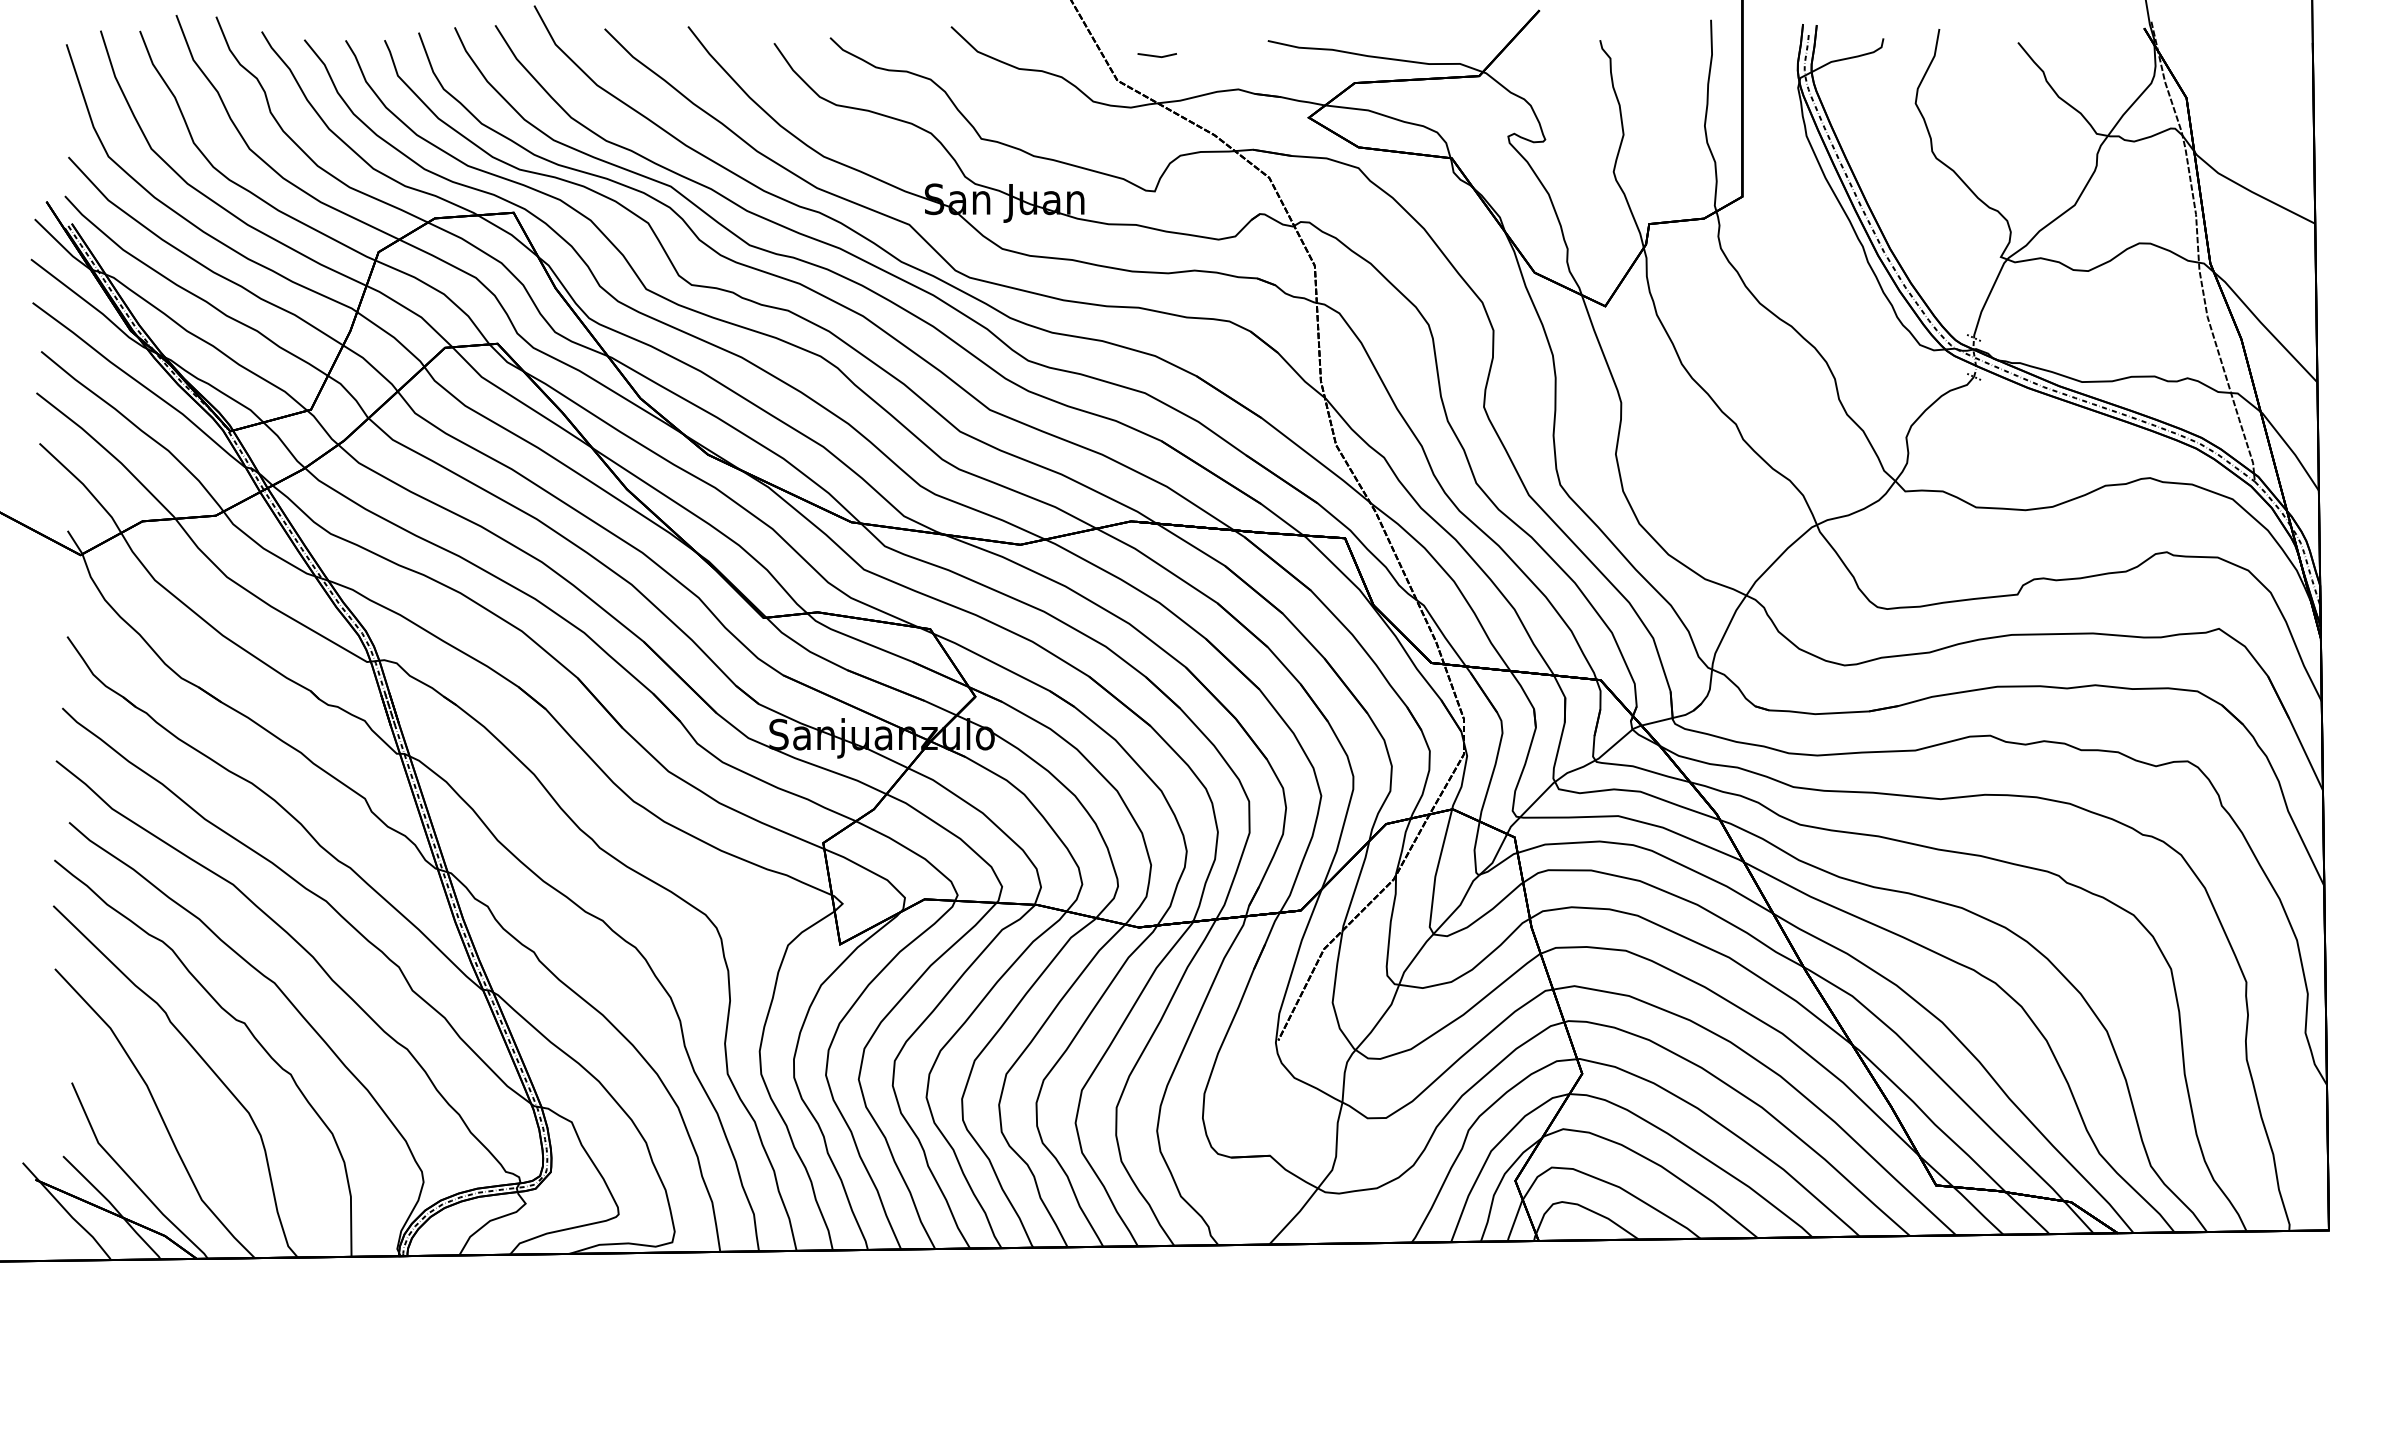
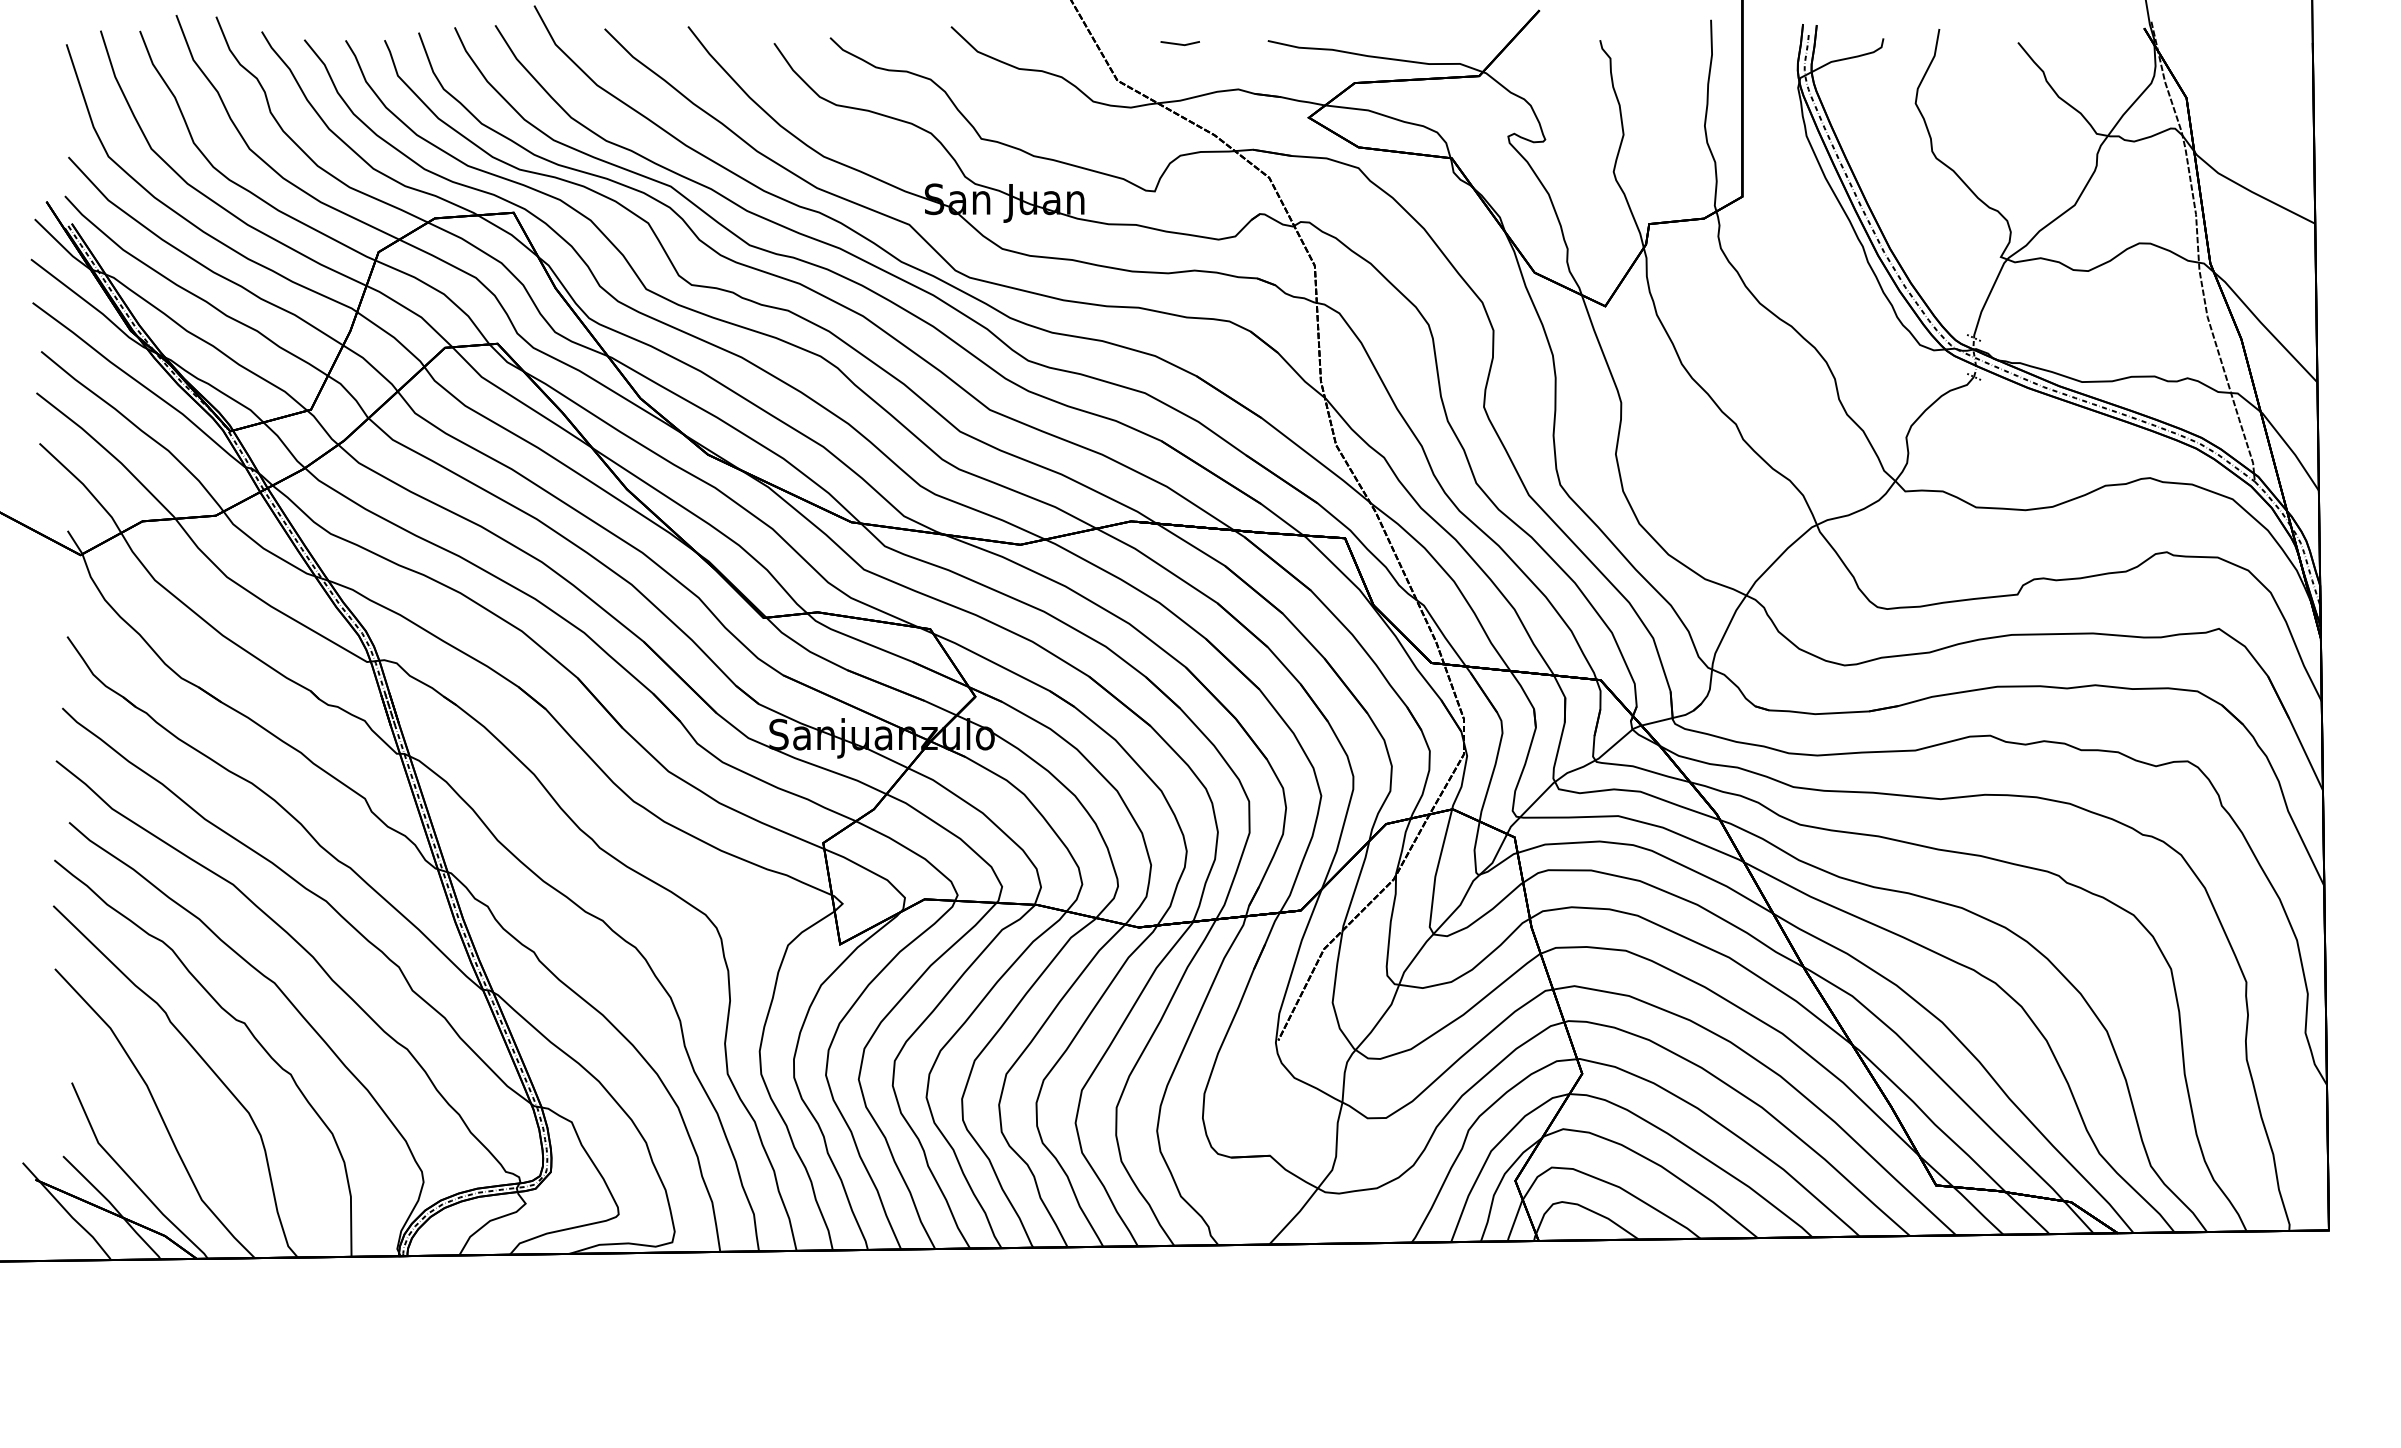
line at (1156, 55) position: (1156, 55) -> (1179, 43)
